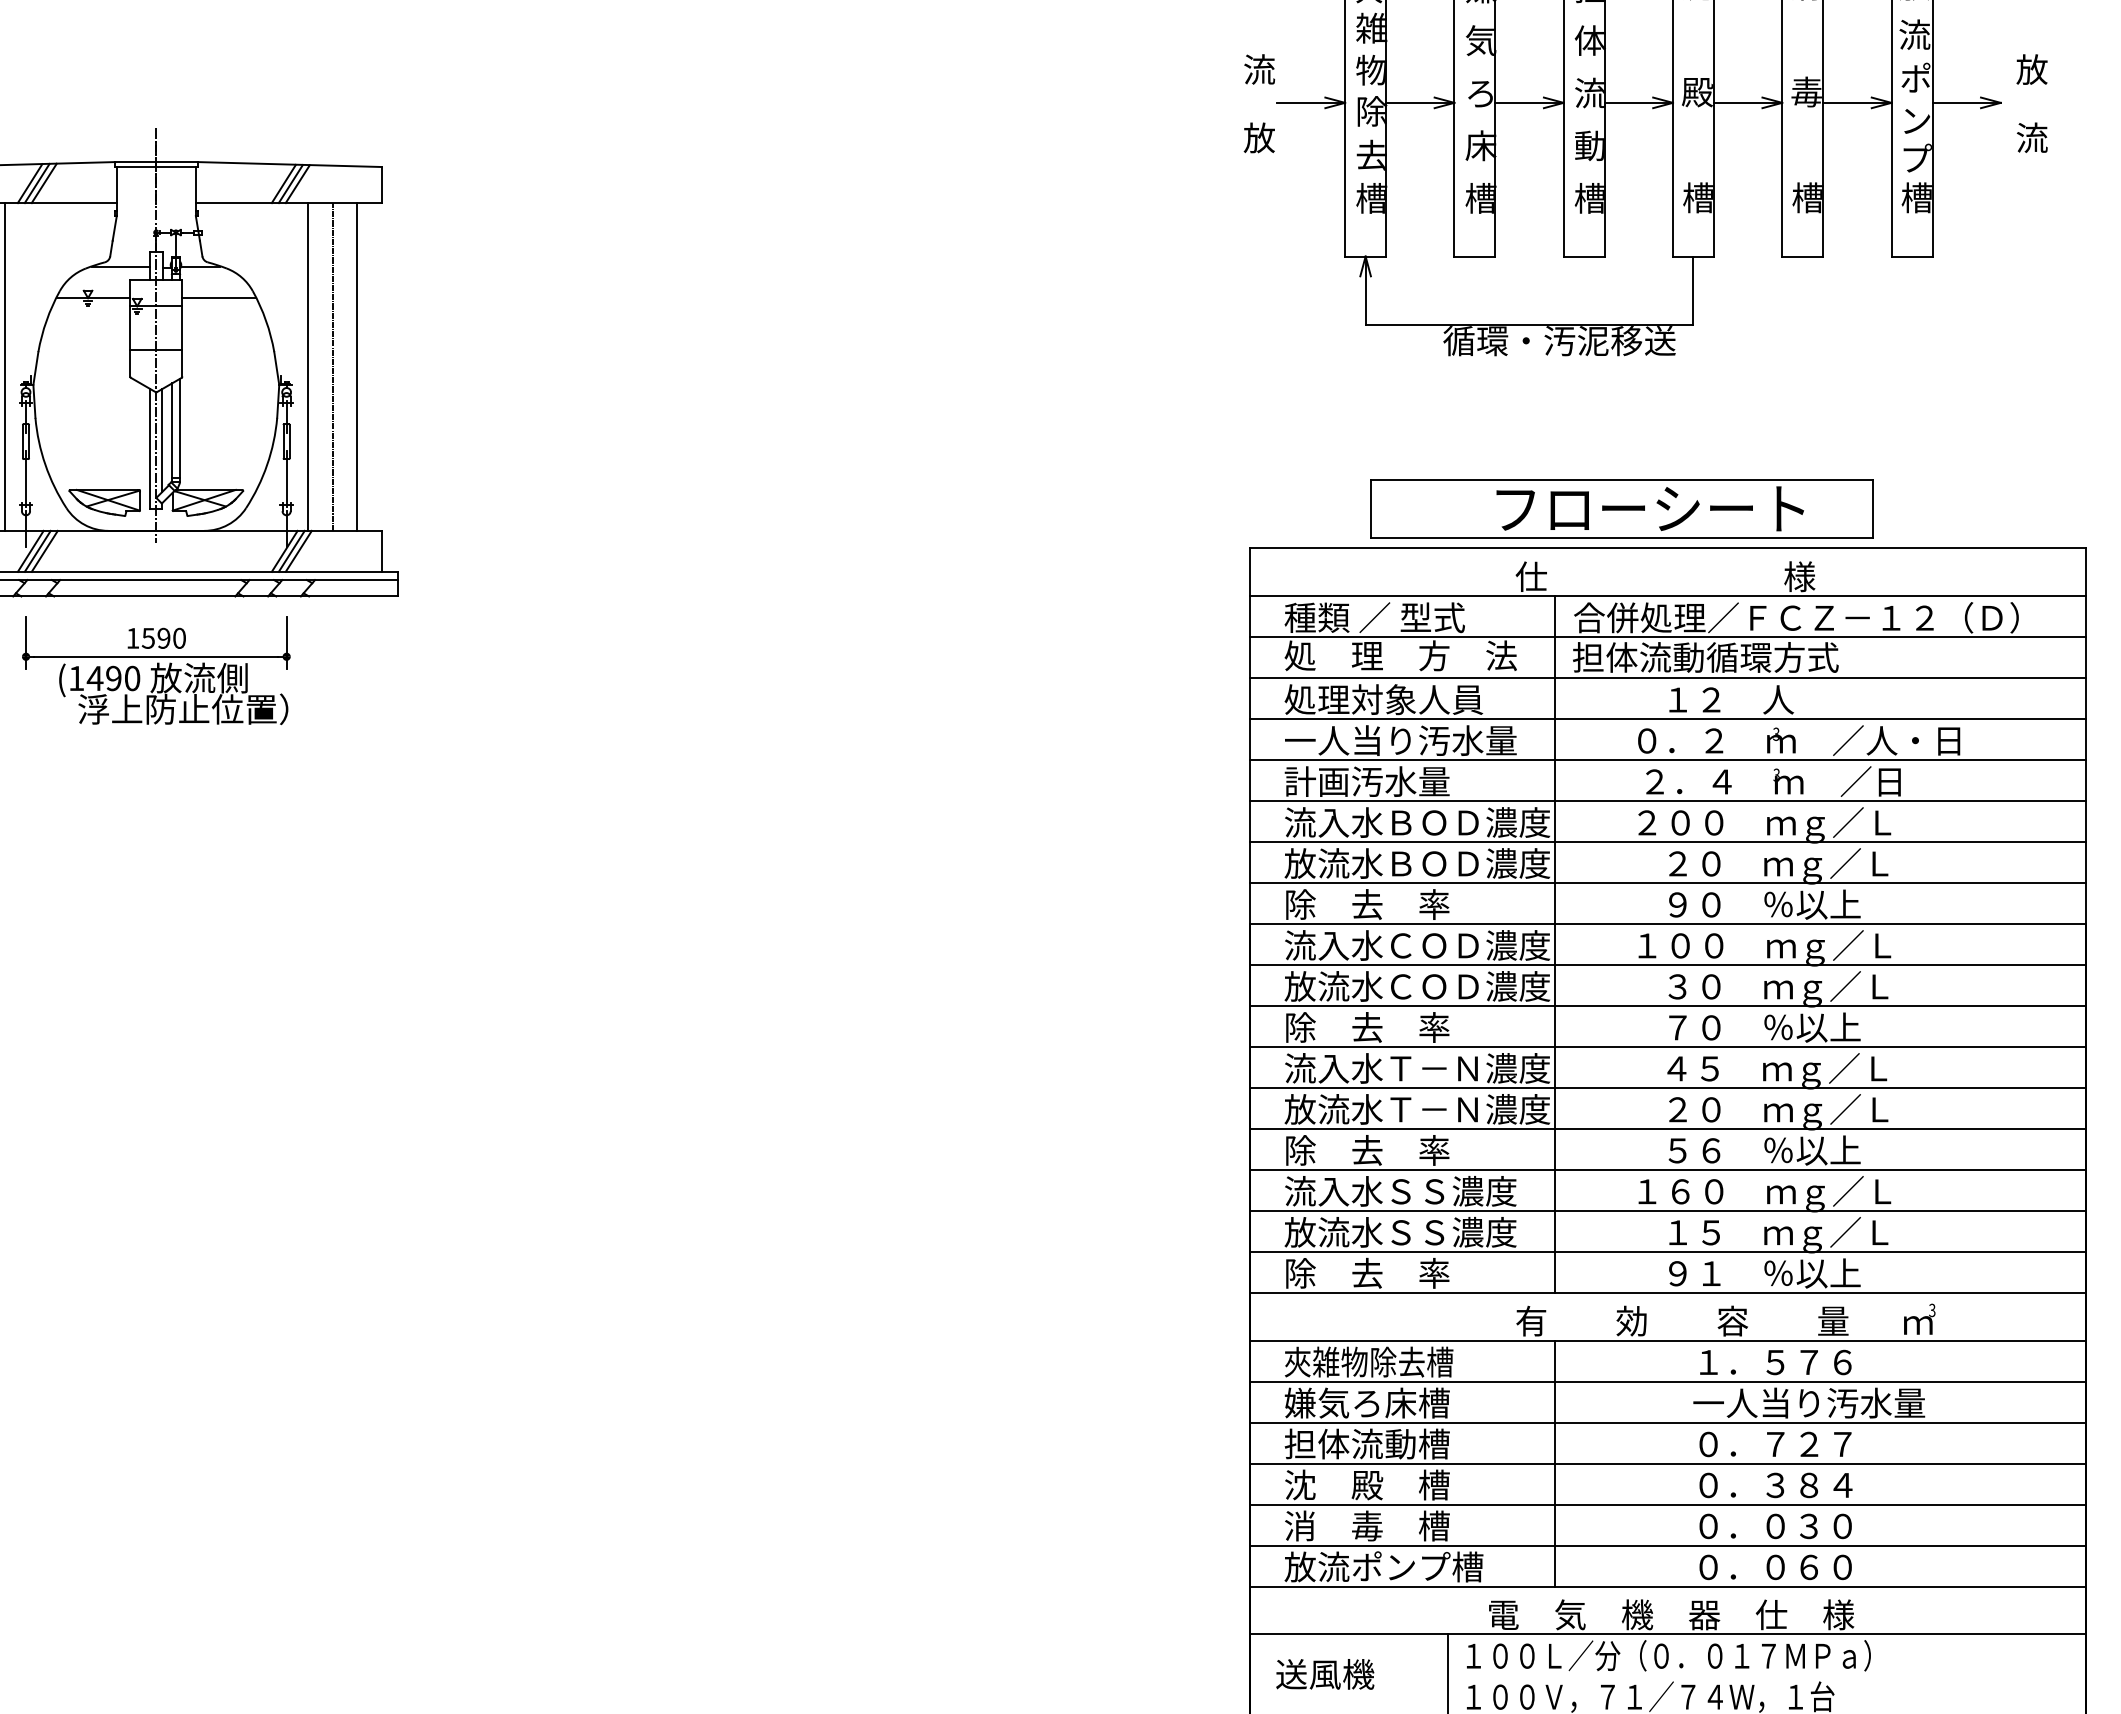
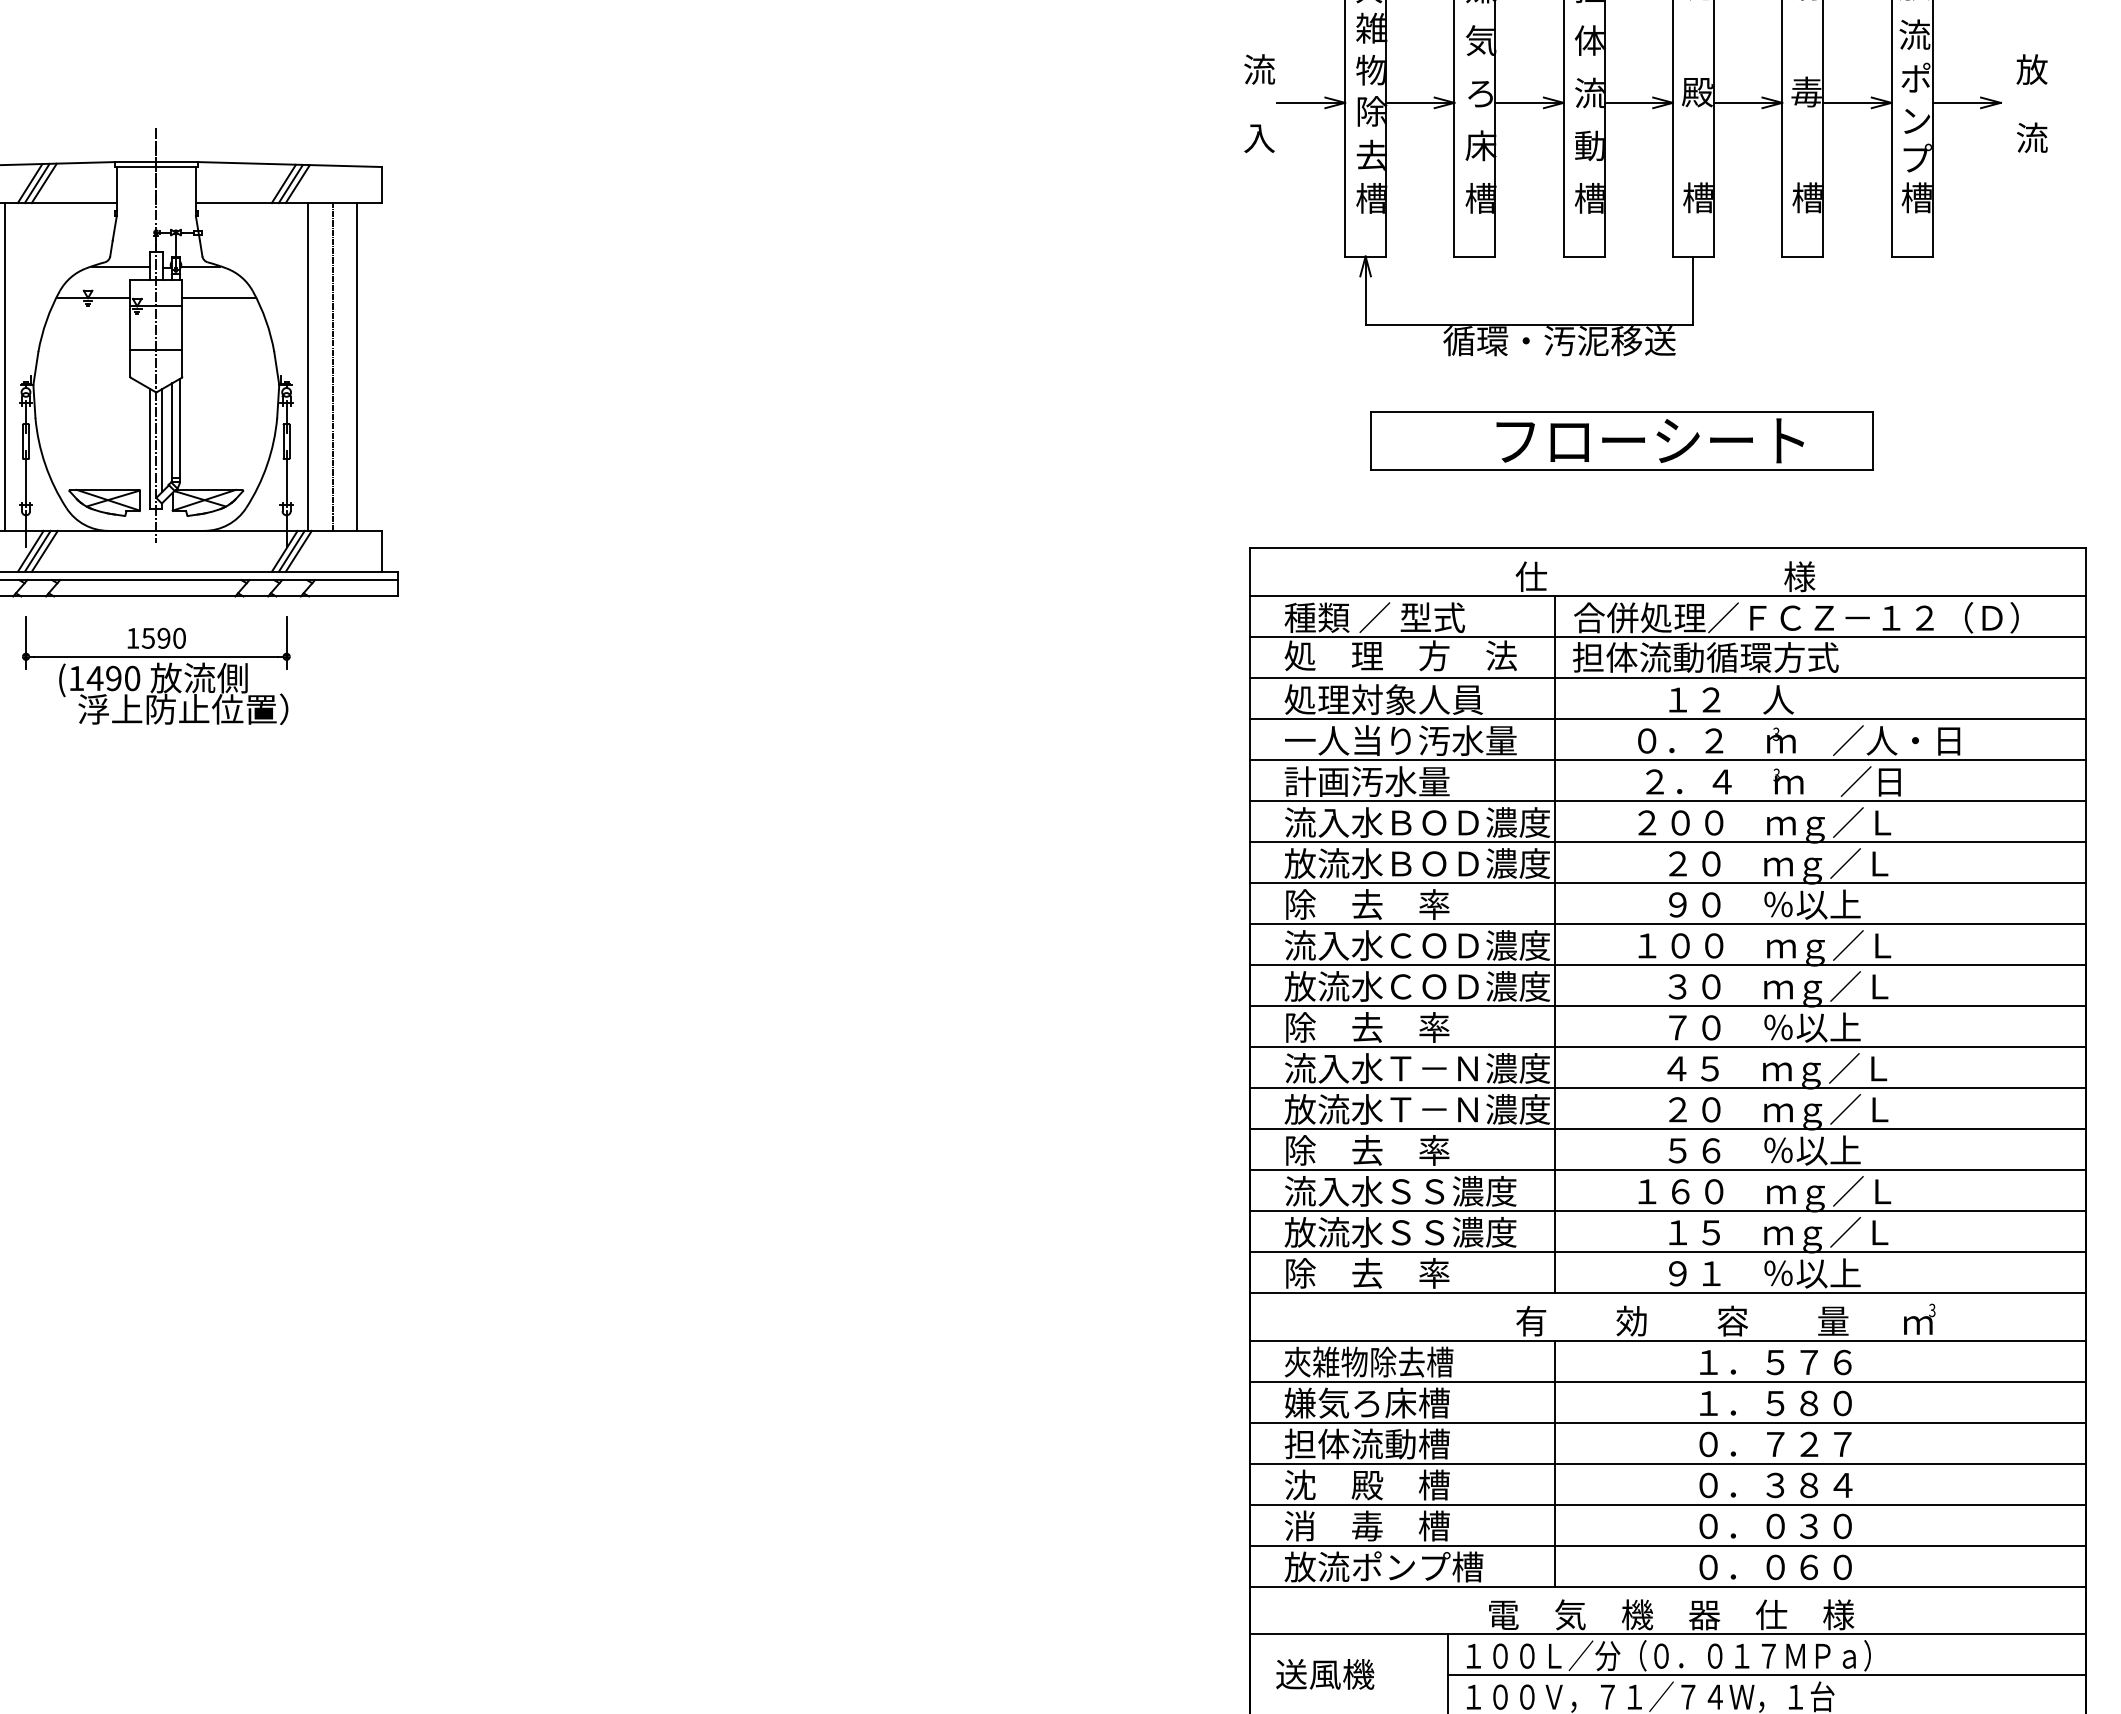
text at (1258, 137): 放 -> 入
part at (1621, 508) position: (1621, 508) -> (1621, 440)
text at (1809, 1402): 一人当り汚水量 -> １．５８０
line at (1767, 1675): none -> present
